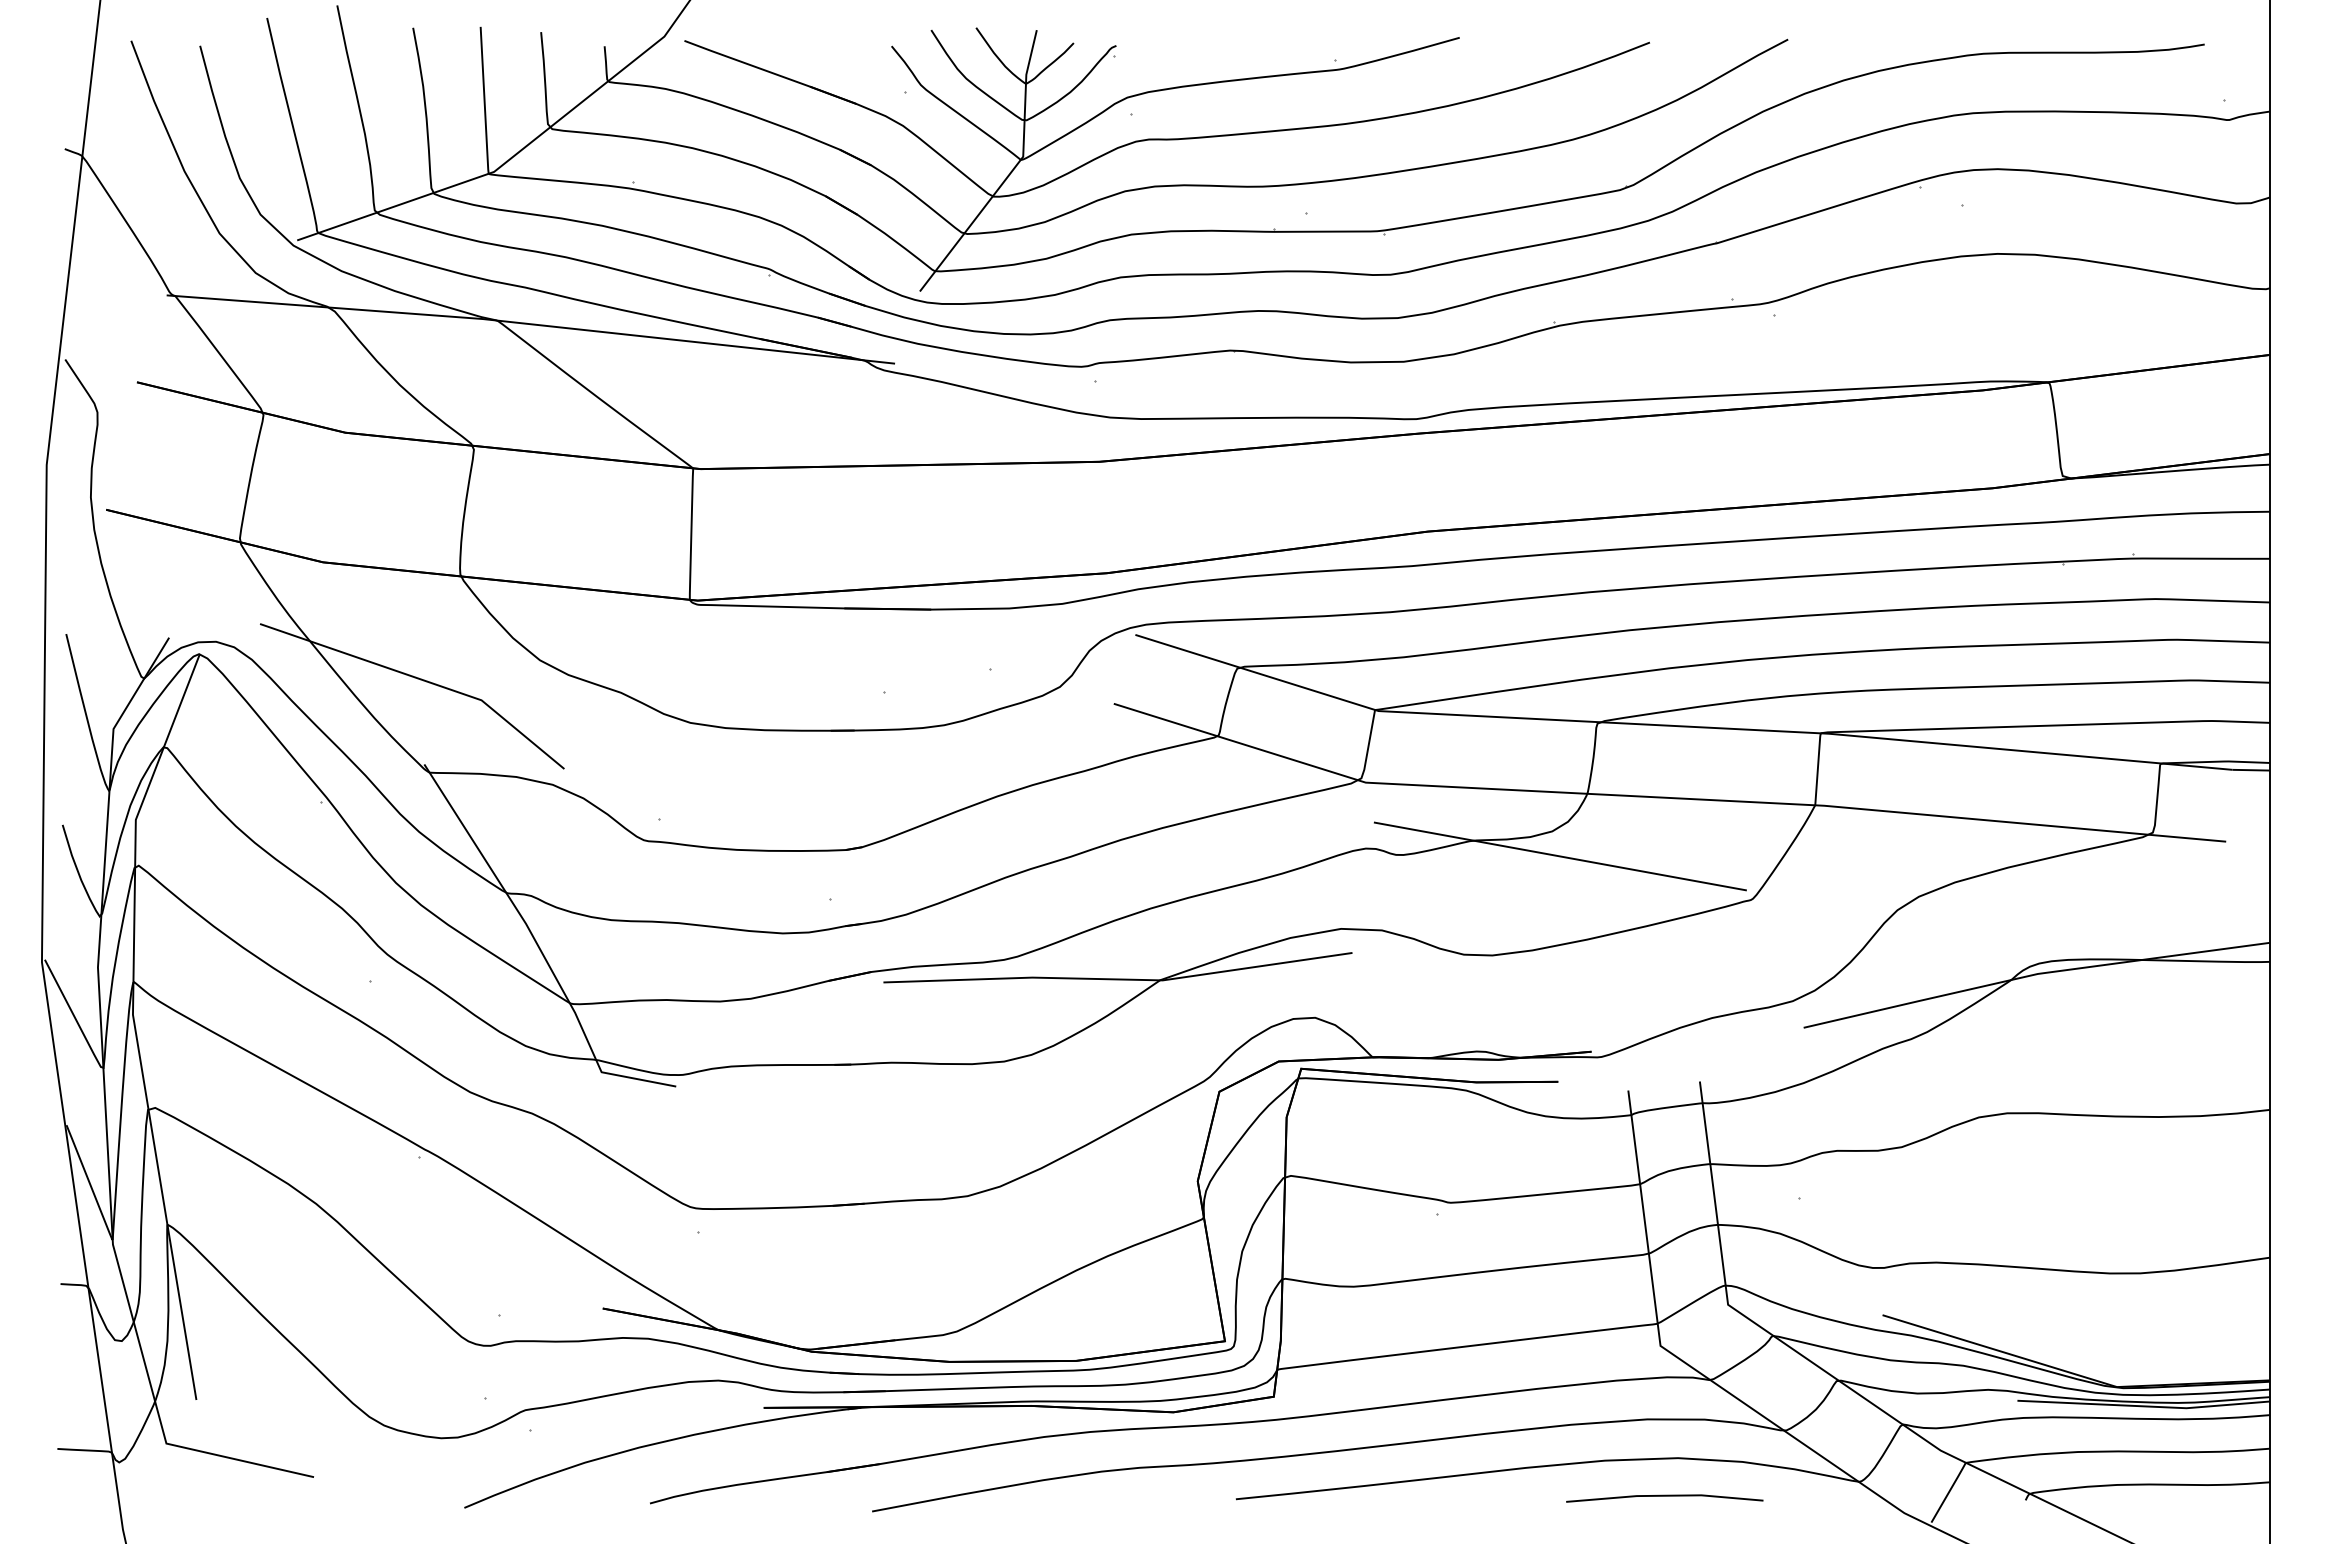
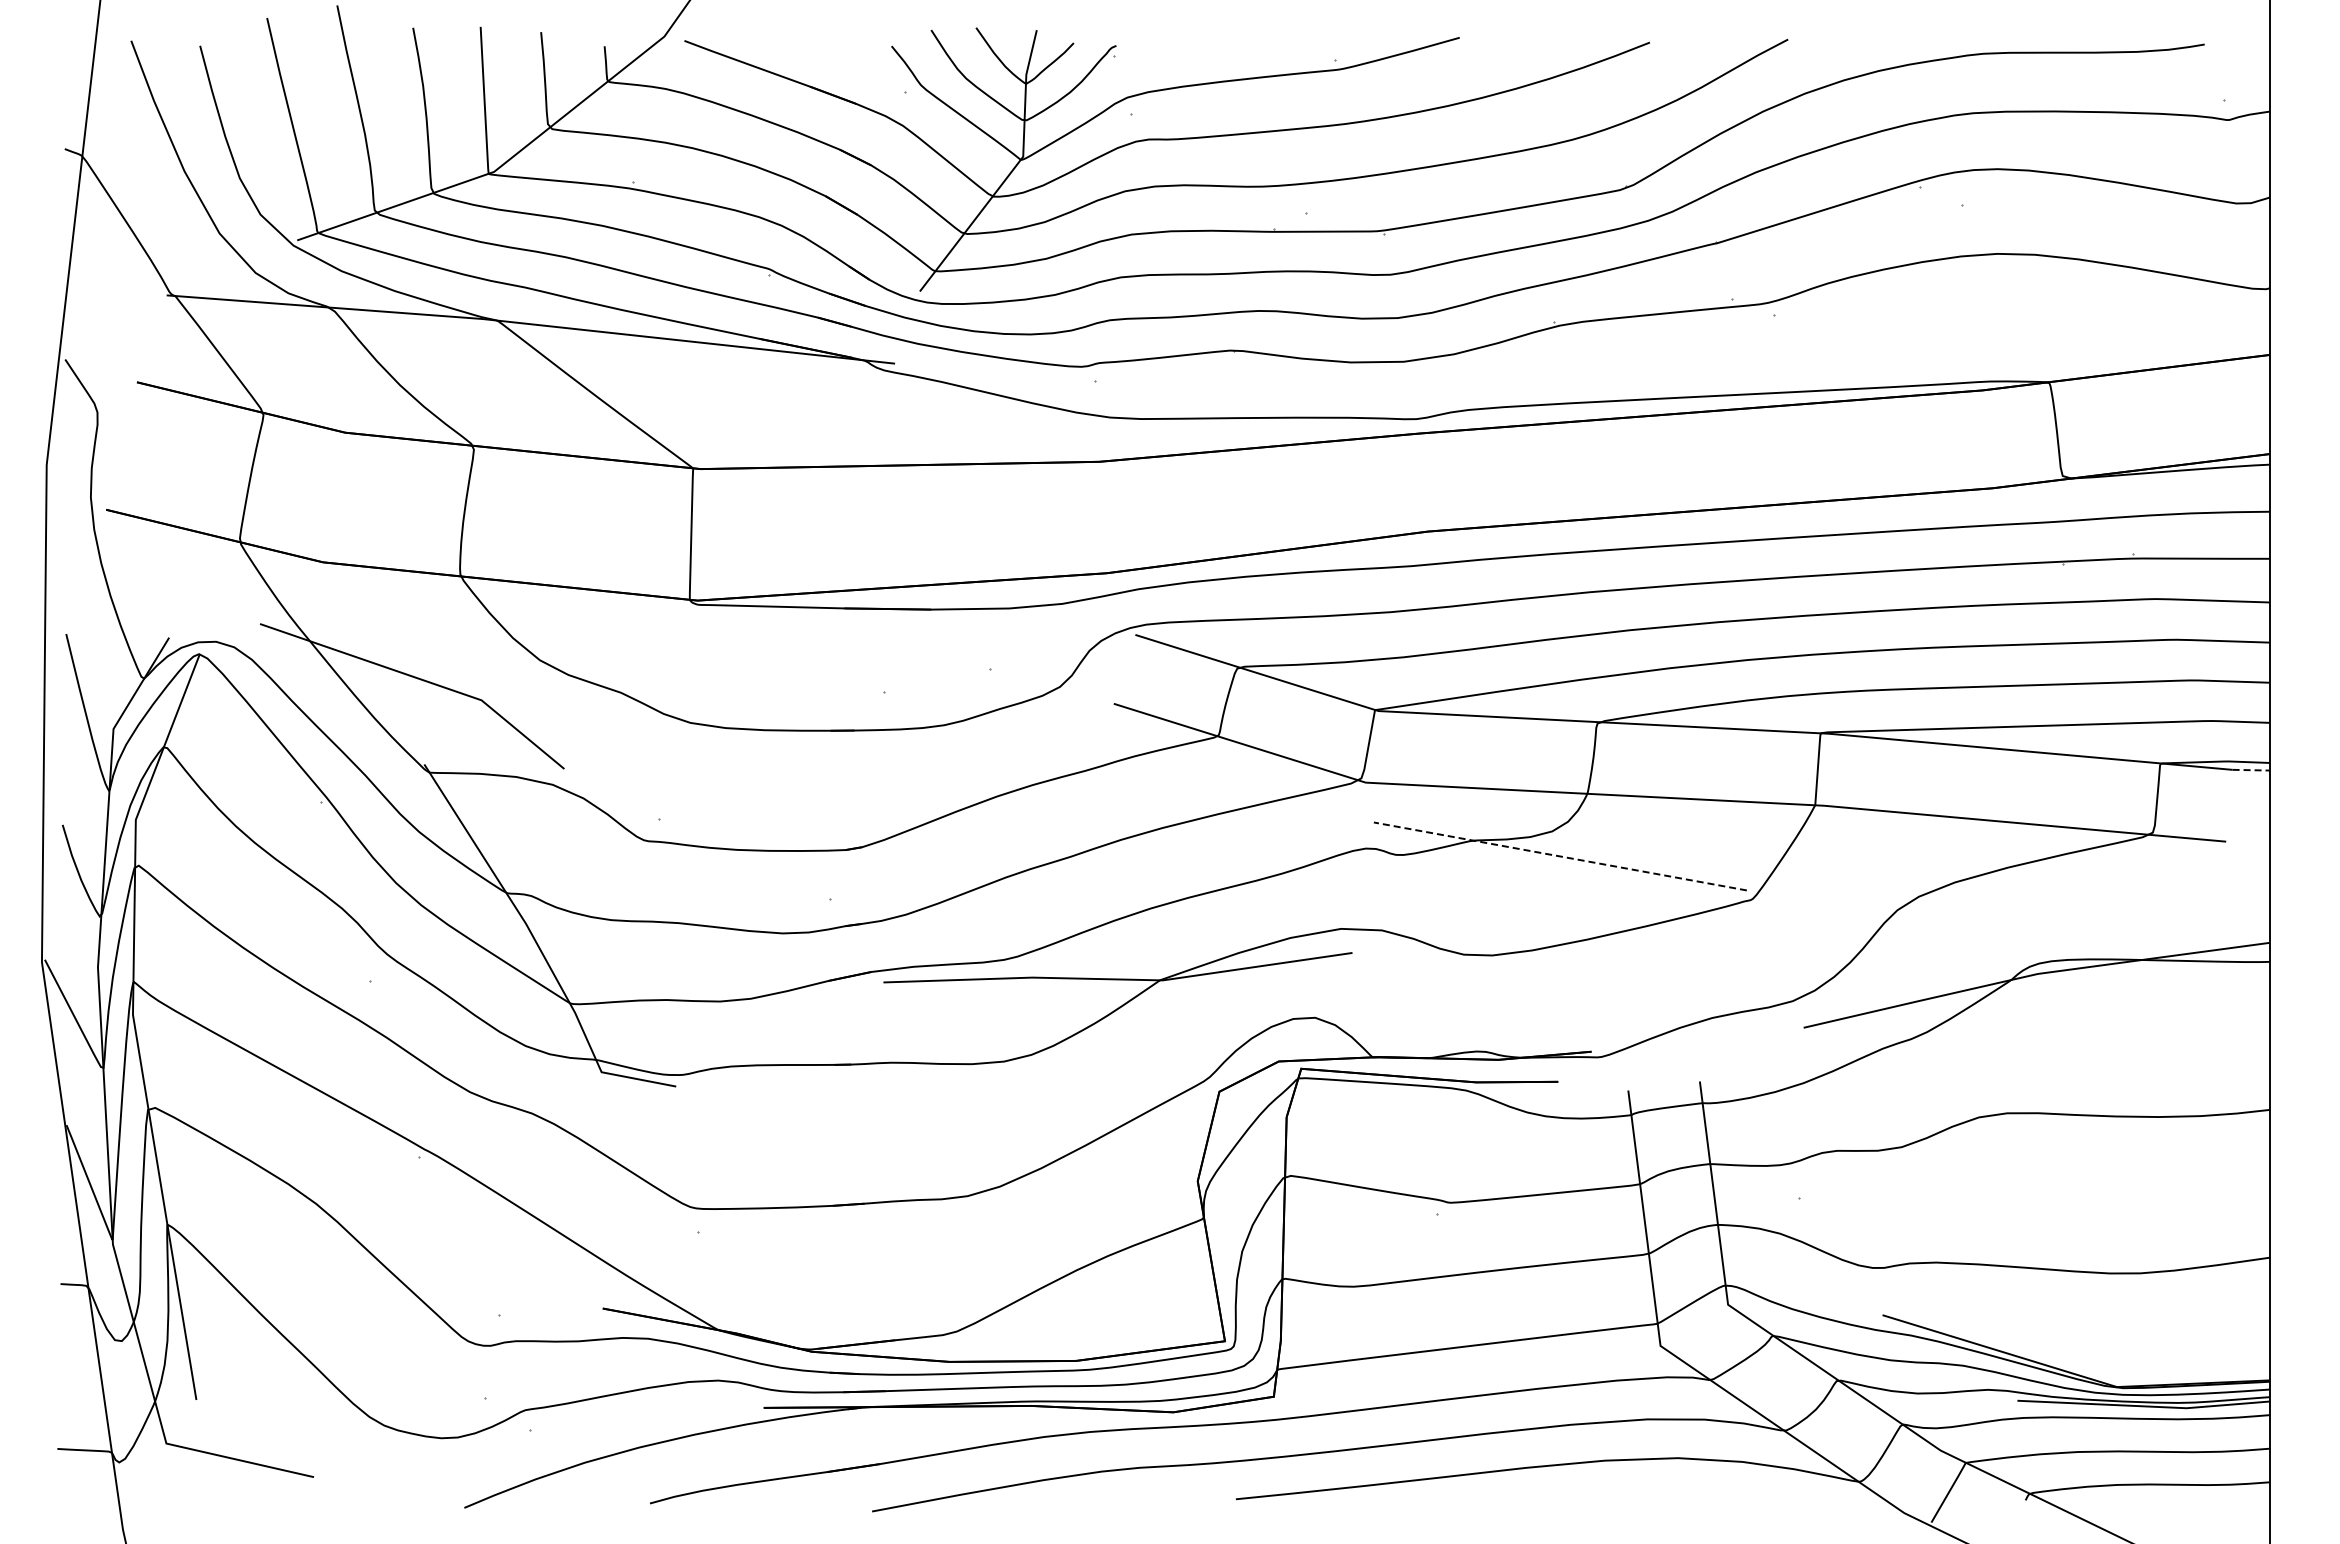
line at (2251, 770): solid -> dashed
line at (1560, 856): solid -> dashed
line at (1664, 1496): present -> none
